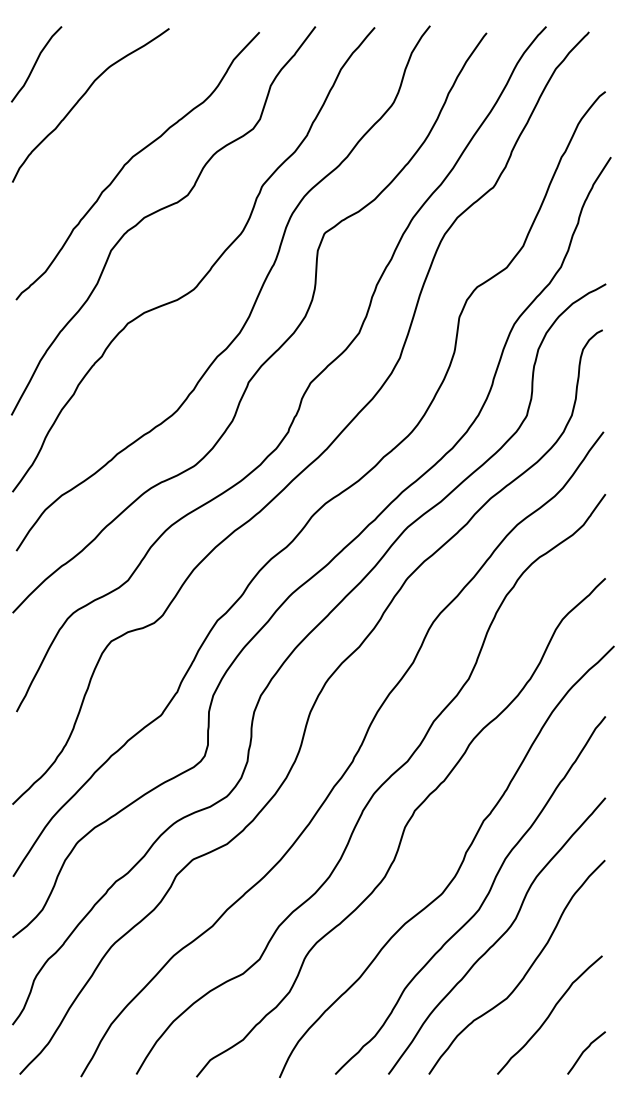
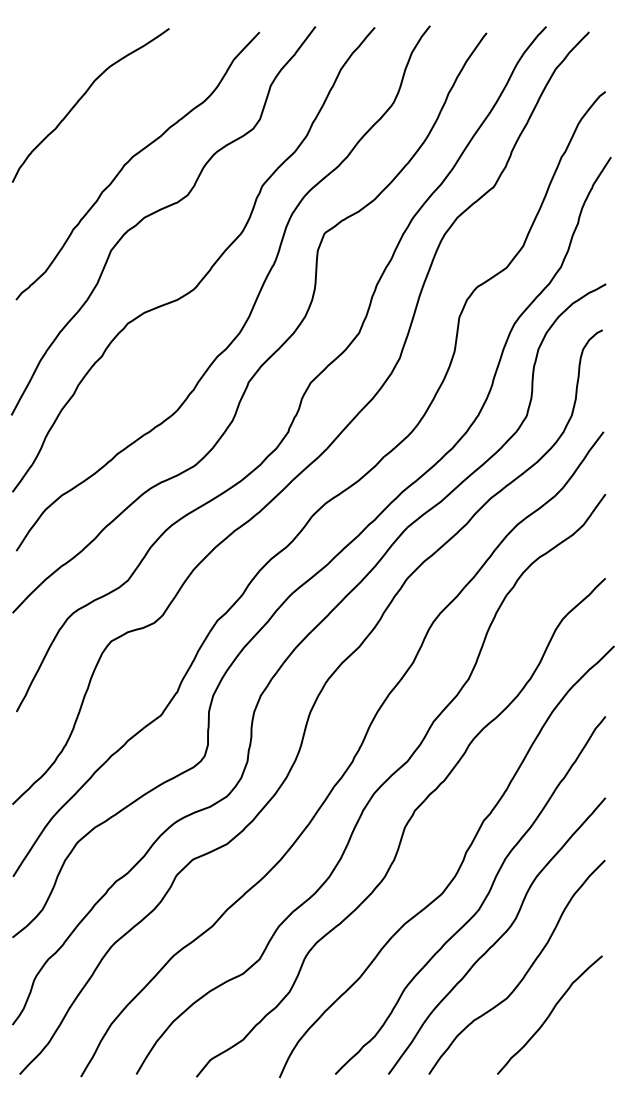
curve at (36, 63): present -> none
curve at (585, 1051): present -> none
